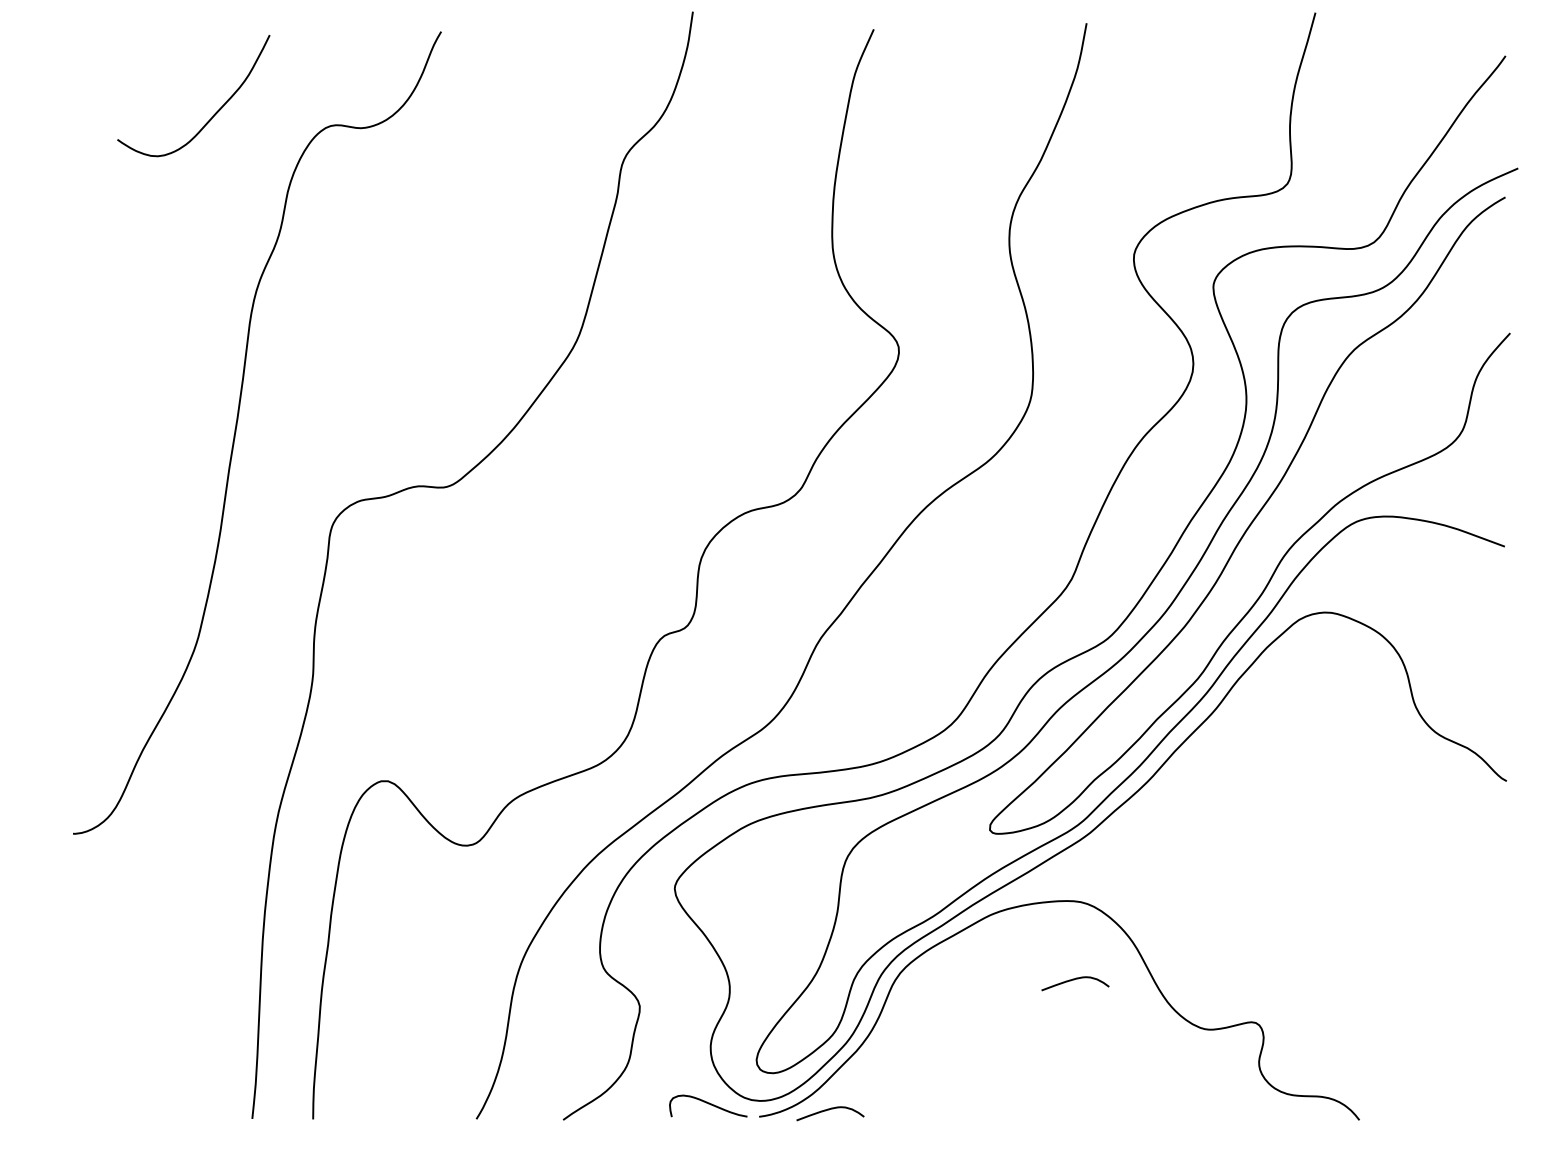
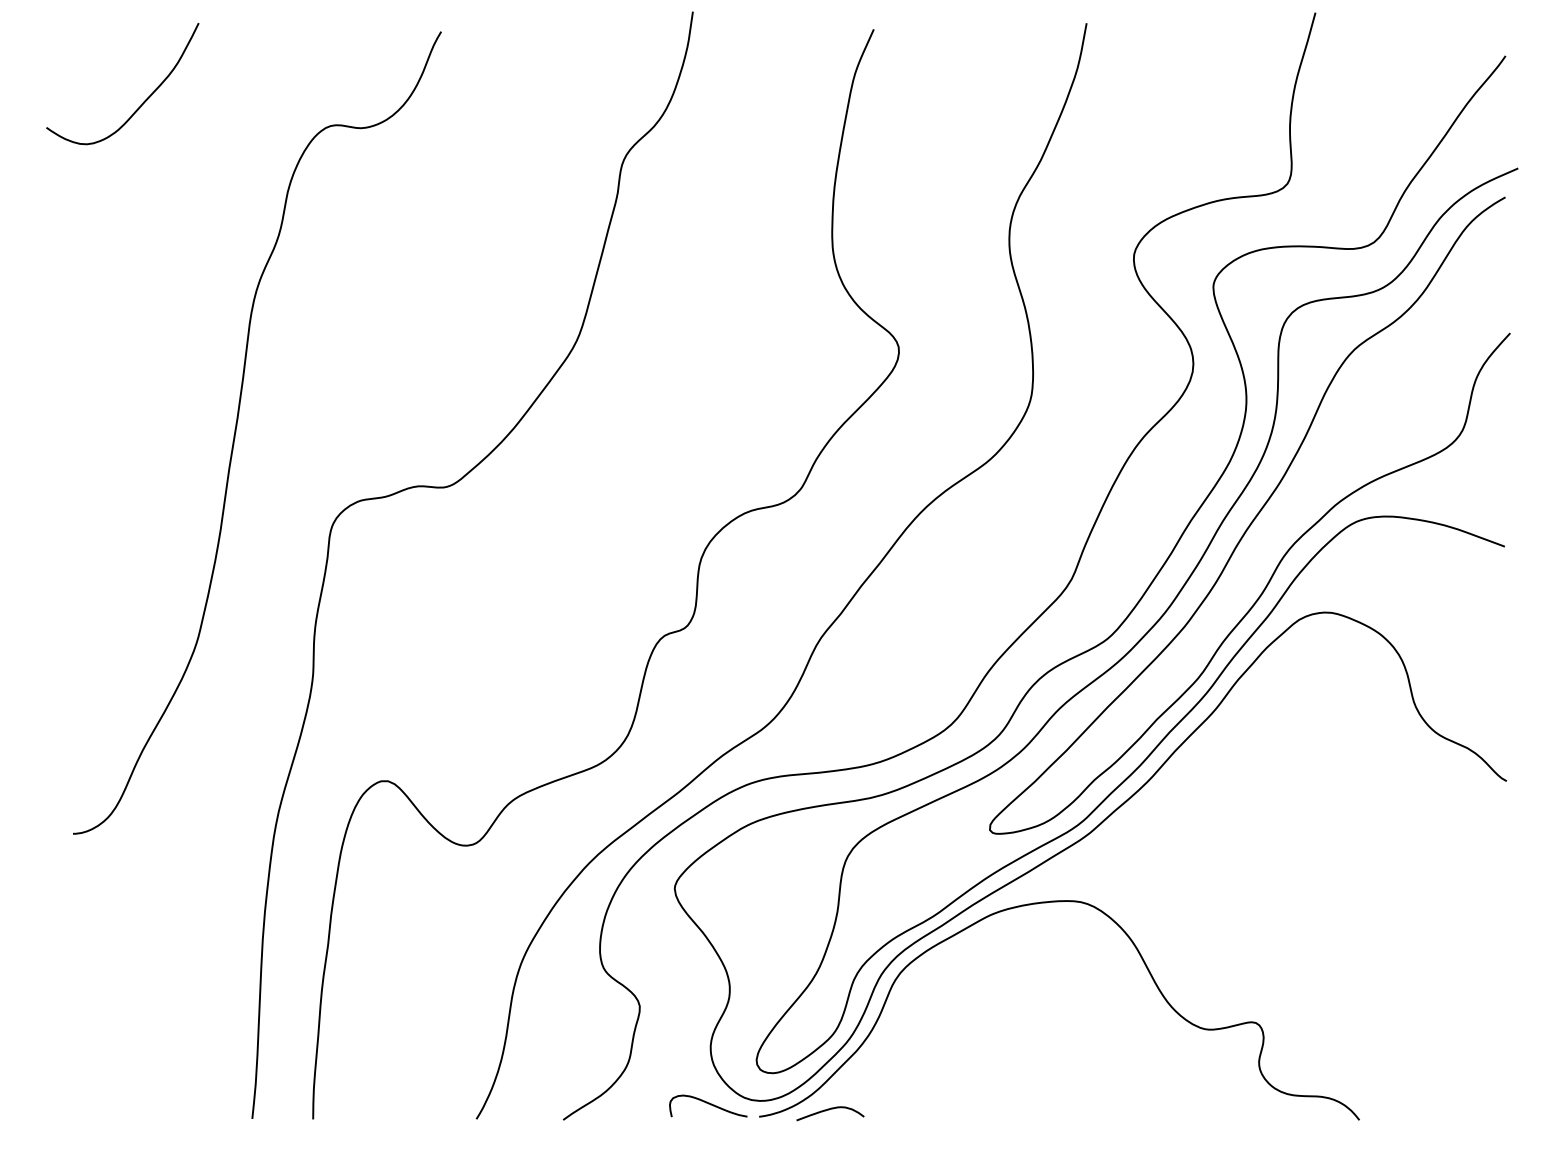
curve at (212, 115) position: (212, 115) -> (141, 103)
curve at (1074, 980): present -> none
